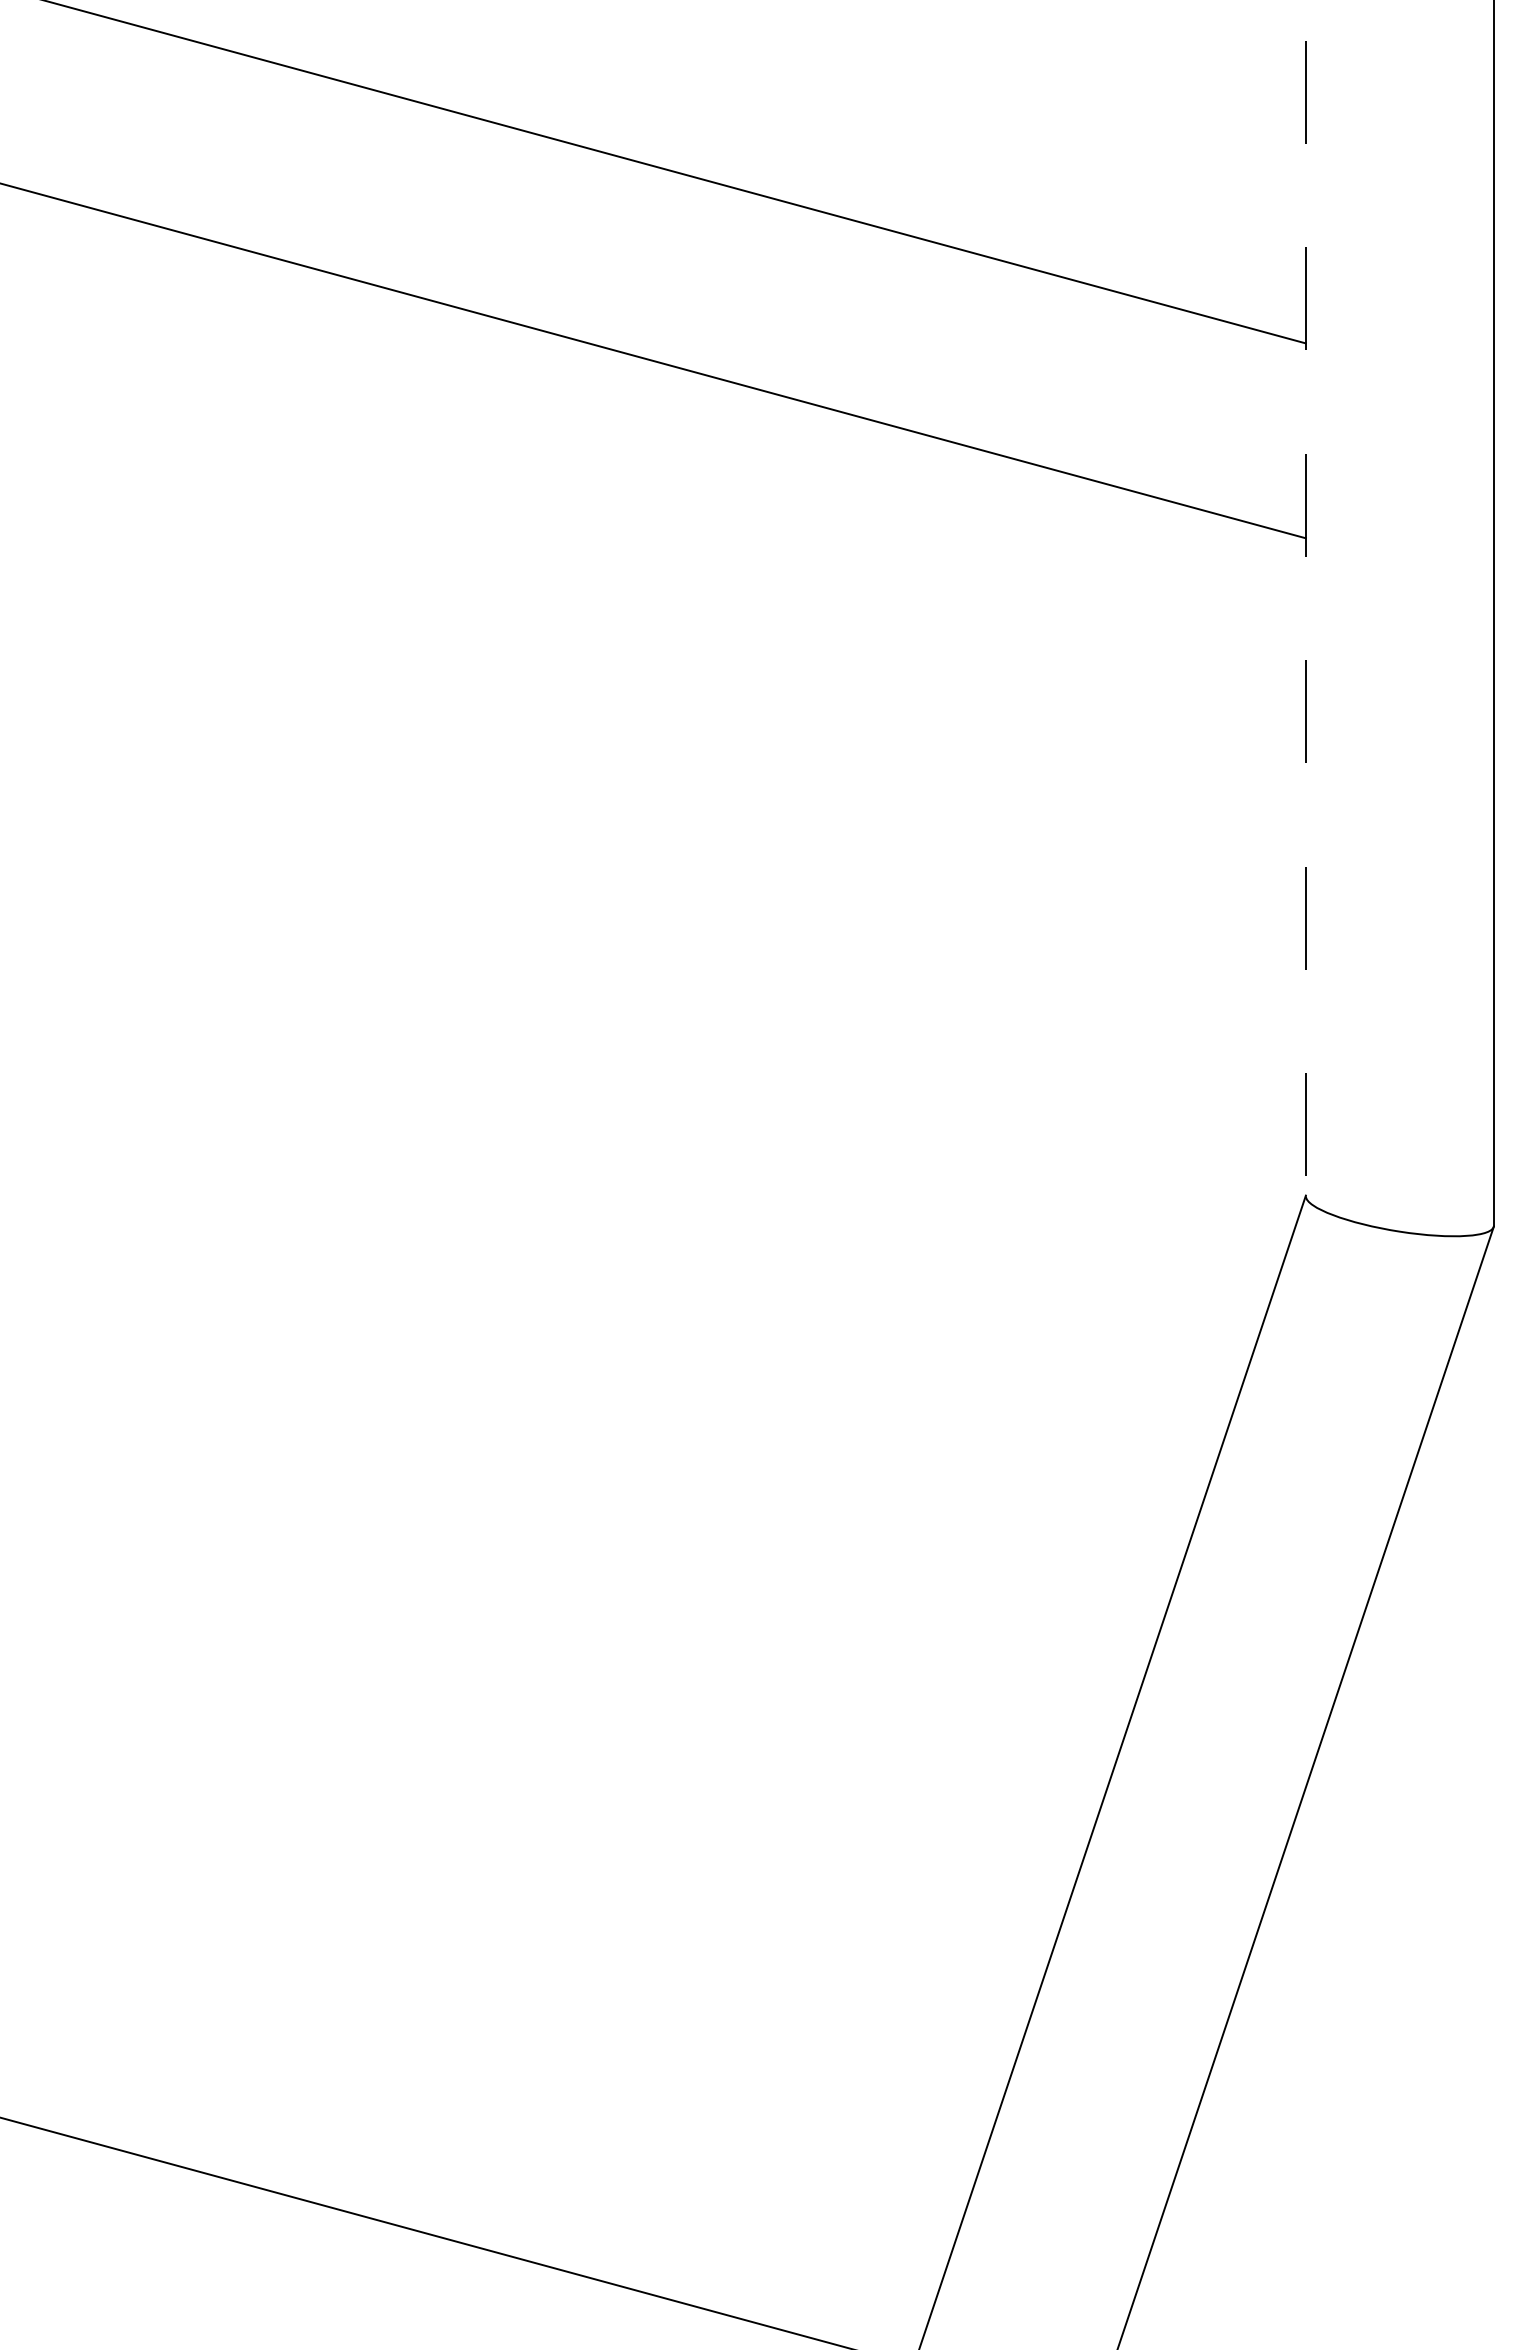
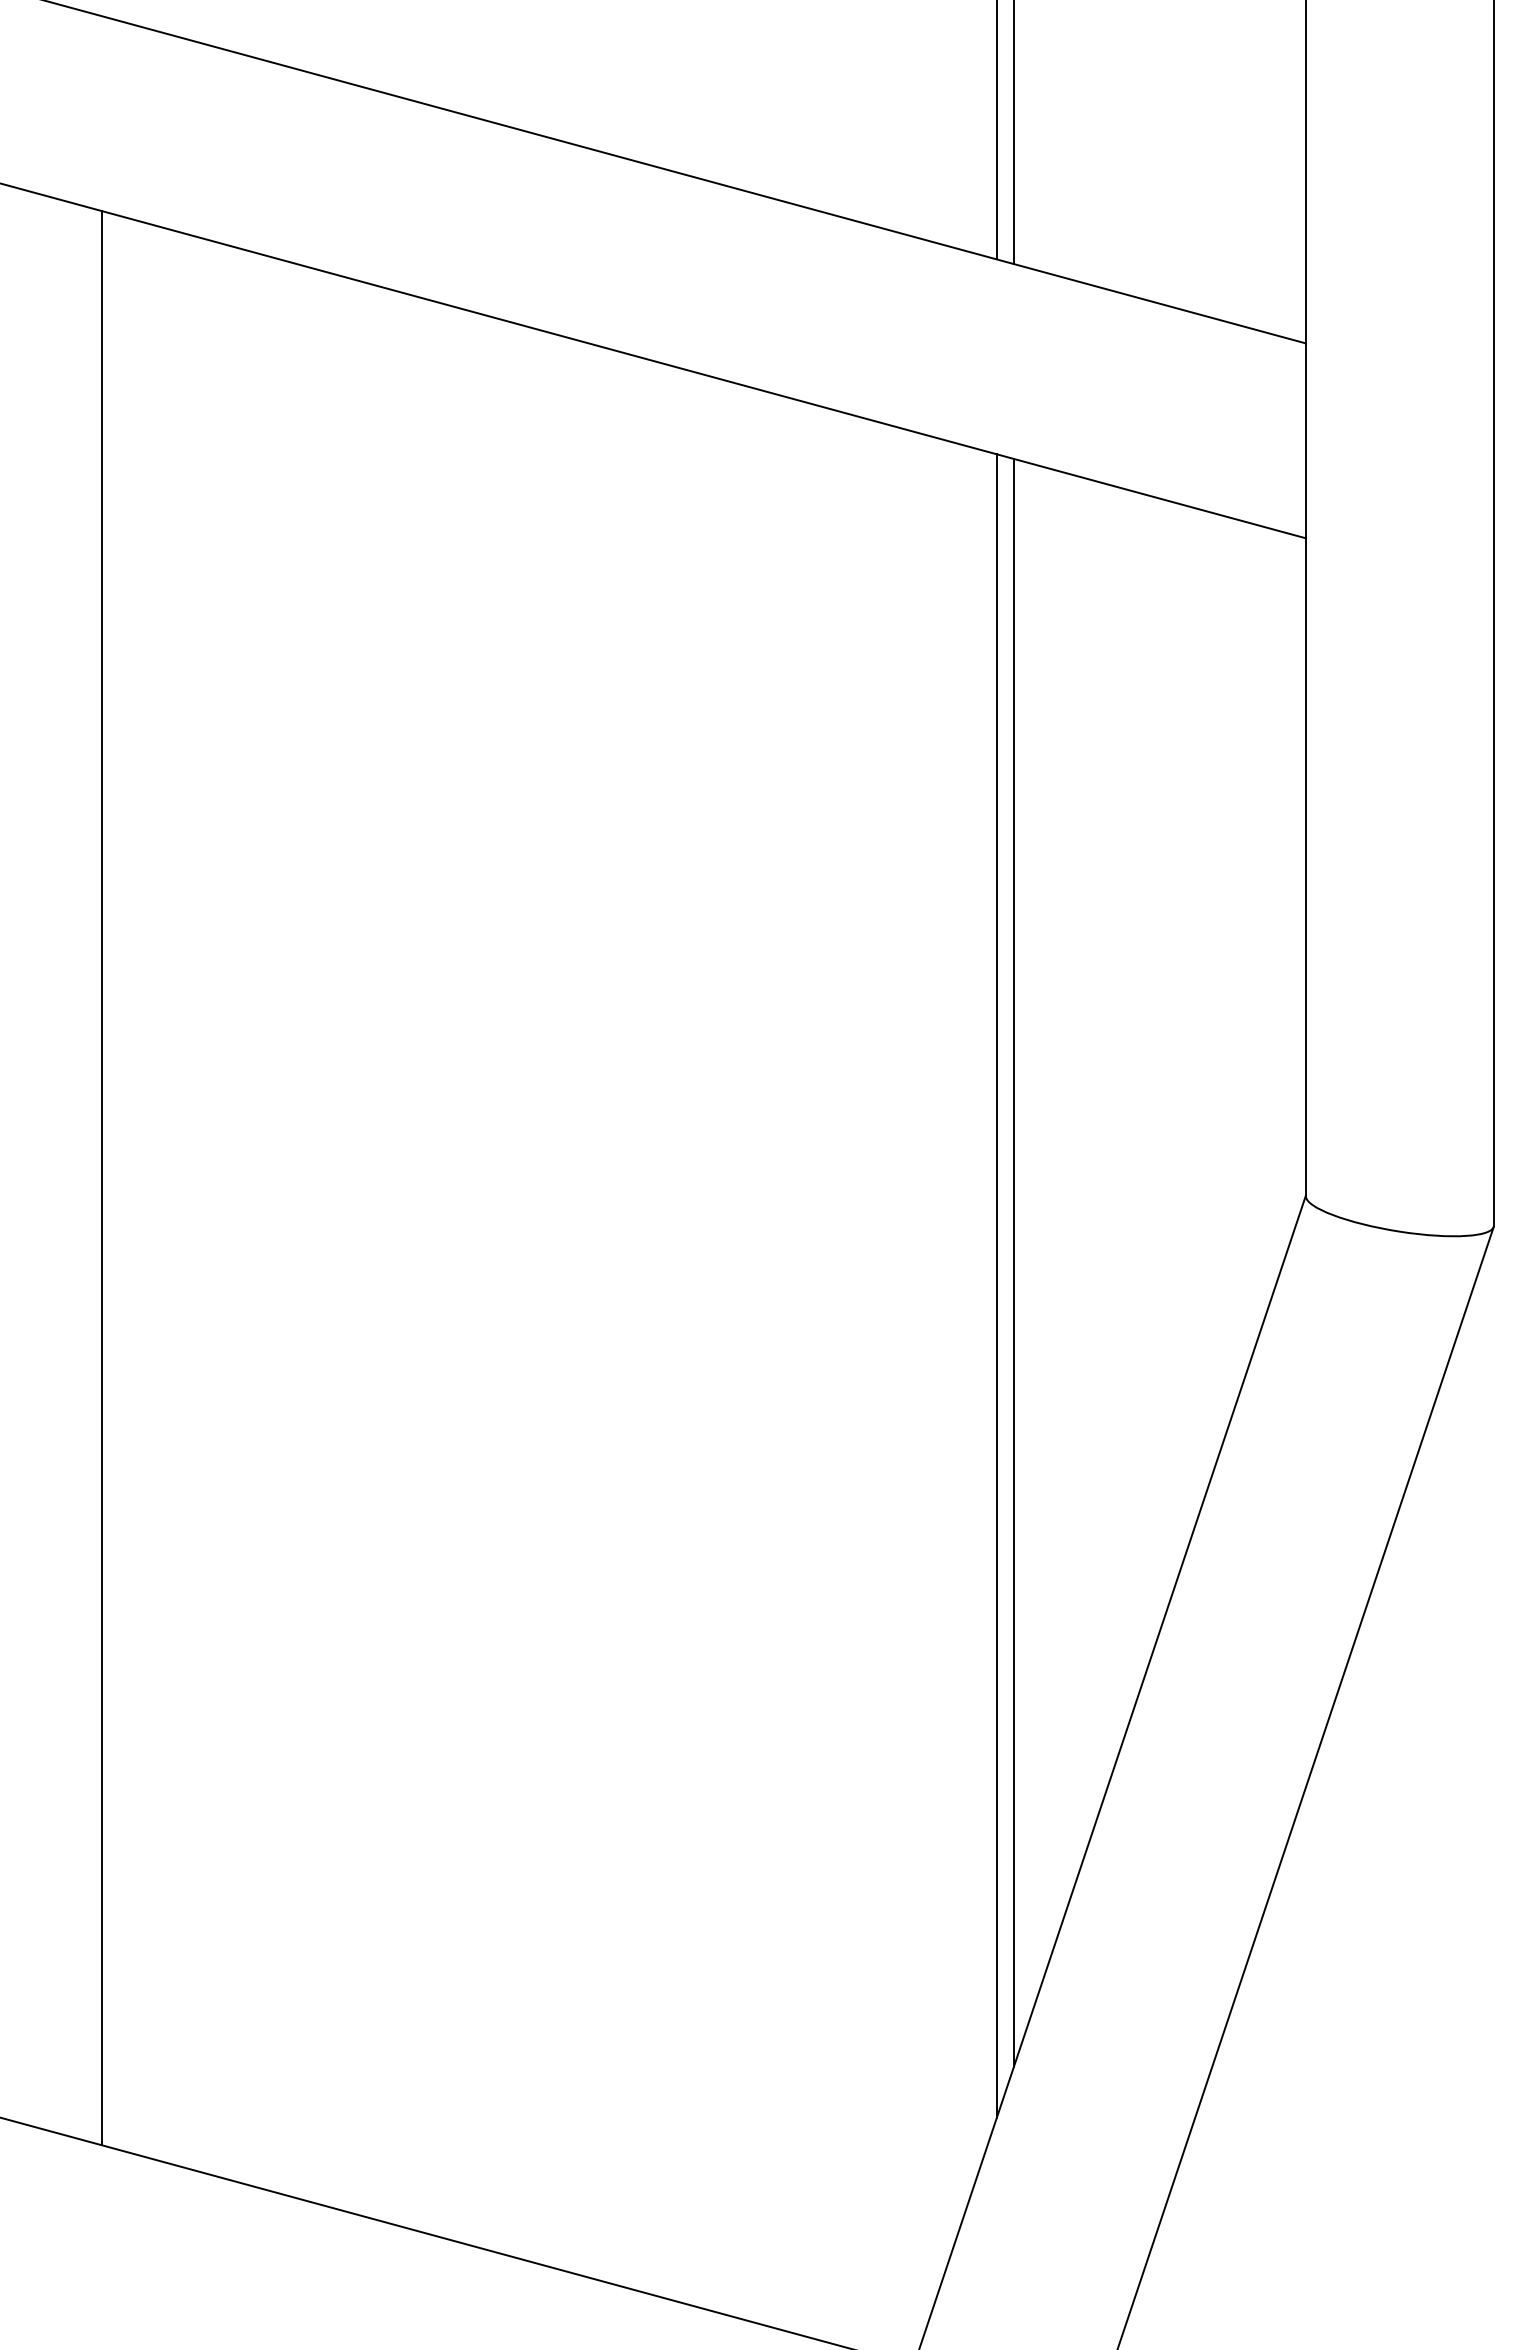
line at (996, 130): none -> present
line at (1013, 133): none -> present
line at (1305, 598): dashed -> solid
line at (101, 1178): none -> present
line at (1013, 1262): none -> present
line at (996, 1285): none -> present
